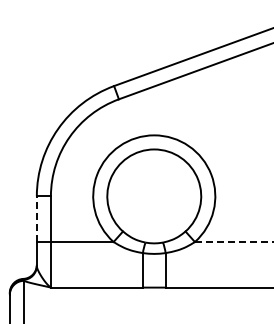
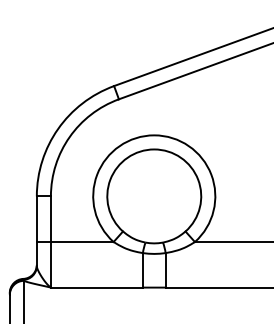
line at (36, 219): dashed -> solid
line at (234, 242): dashed -> solid
